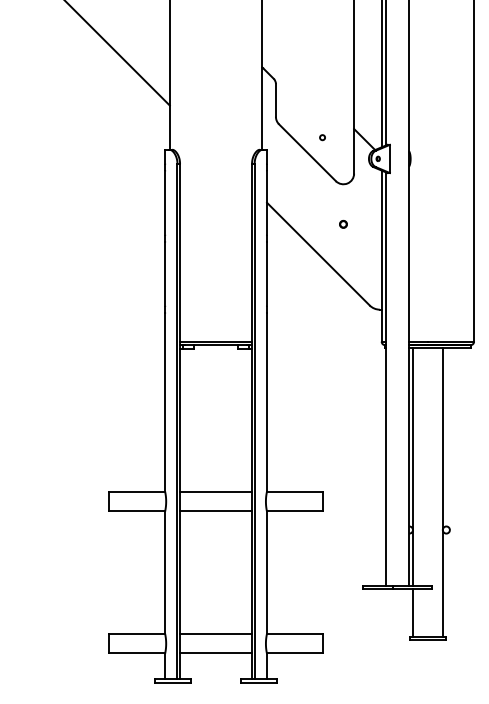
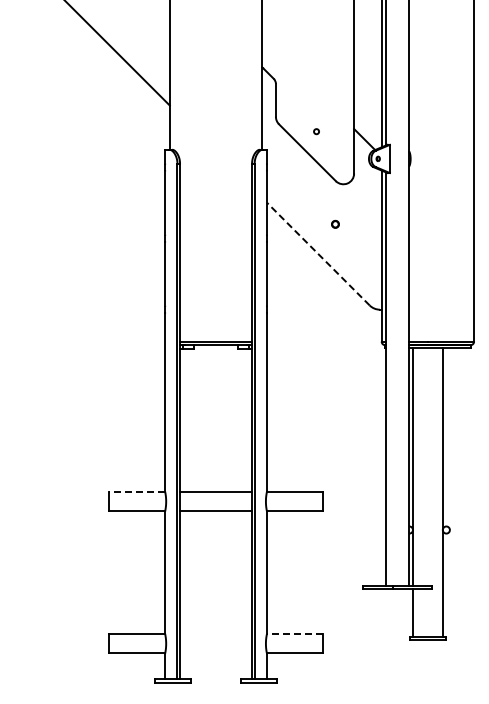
circle at (322, 137) position: (322, 137) -> (316, 131)
part at (343, 223) position: (343, 223) -> (335, 223)
line at (318, 254): solid -> dashed
line at (137, 492): solid -> dashed
line at (216, 634): present -> none
line at (294, 634): solid -> dashed
line at (216, 653): present -> none
